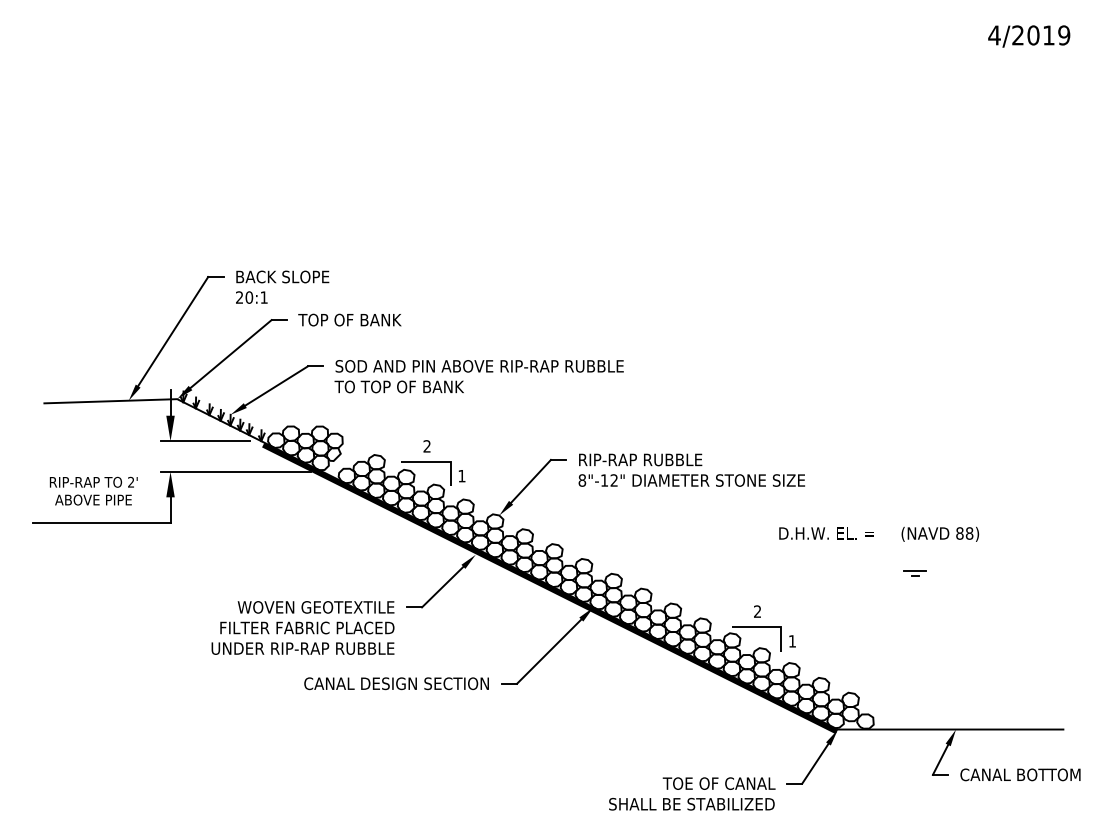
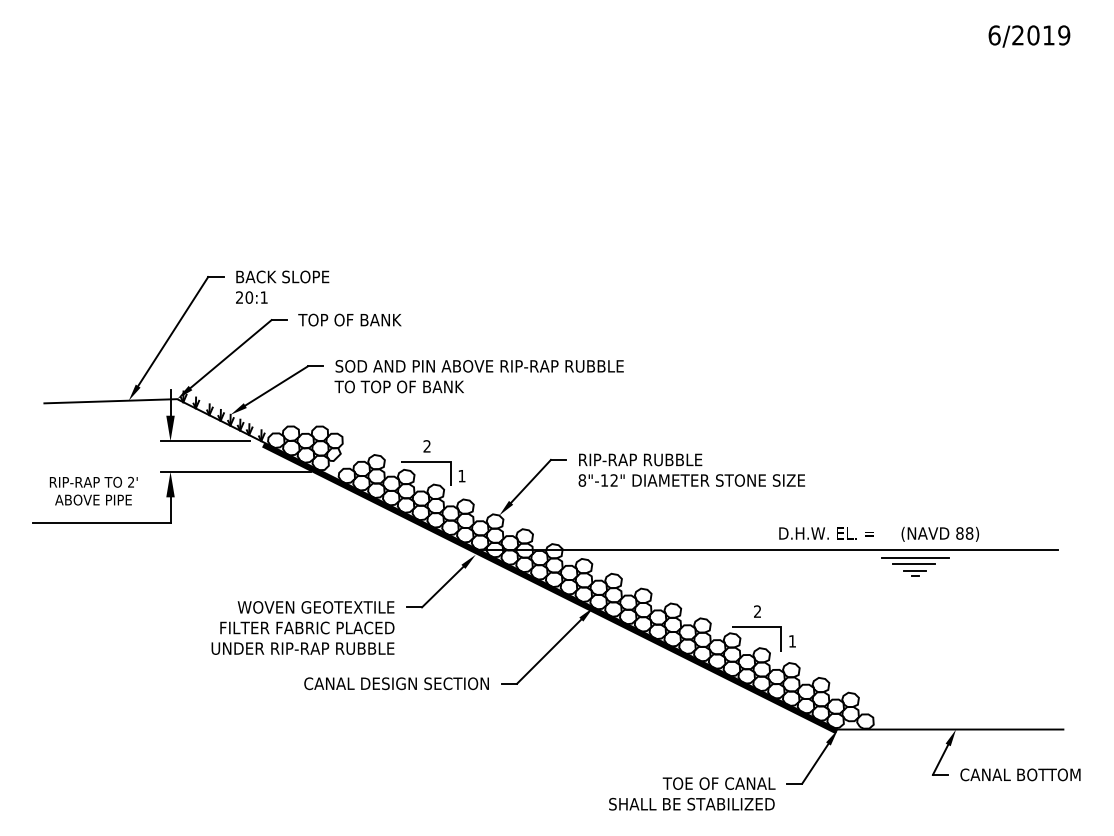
text at (994, 35): 4/2019 -> 6/2019
line at (768, 550): none -> present
line at (915, 557): none -> present
line at (914, 564): none -> present
